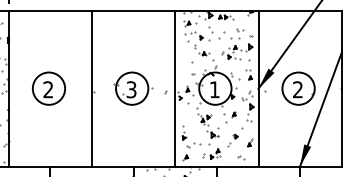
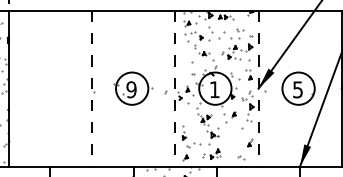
part at (48, 88): present -> none
line at (92, 88): solid -> dashed
line at (175, 88): solid -> dashed
line at (258, 88): solid -> dashed
text at (131, 89): 3 -> 9
text at (297, 89): 2 -> 5
part at (232, 140): present -> none
